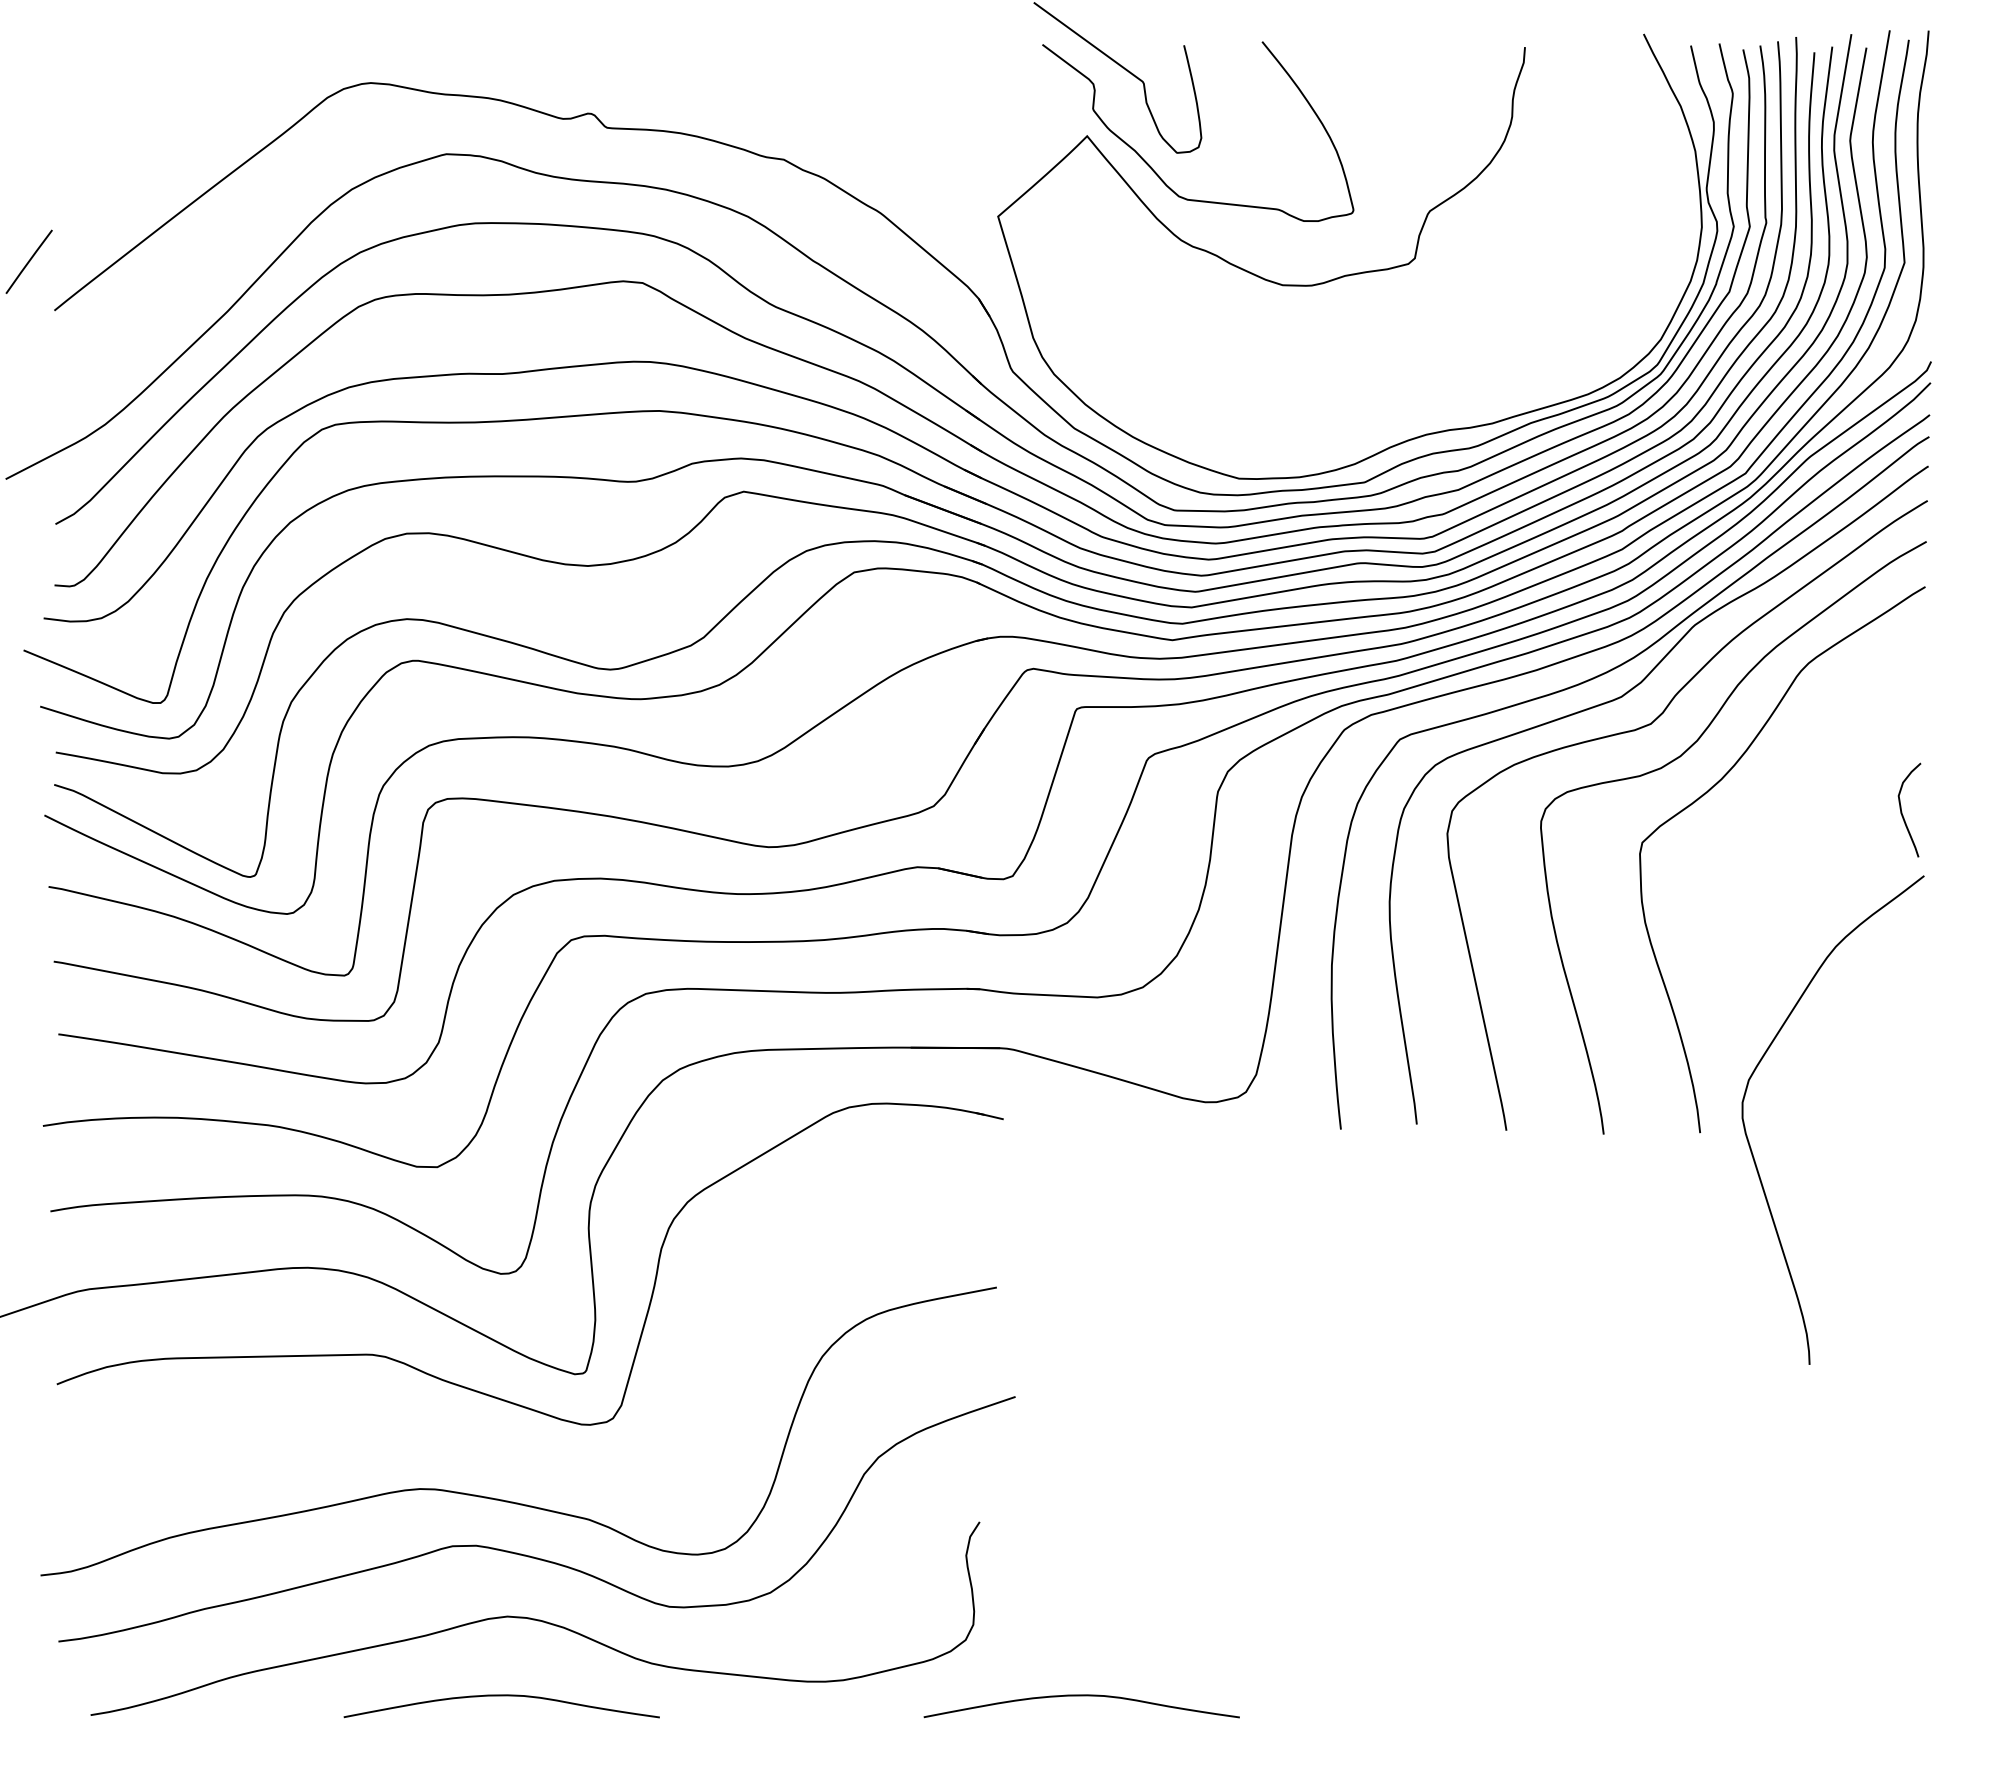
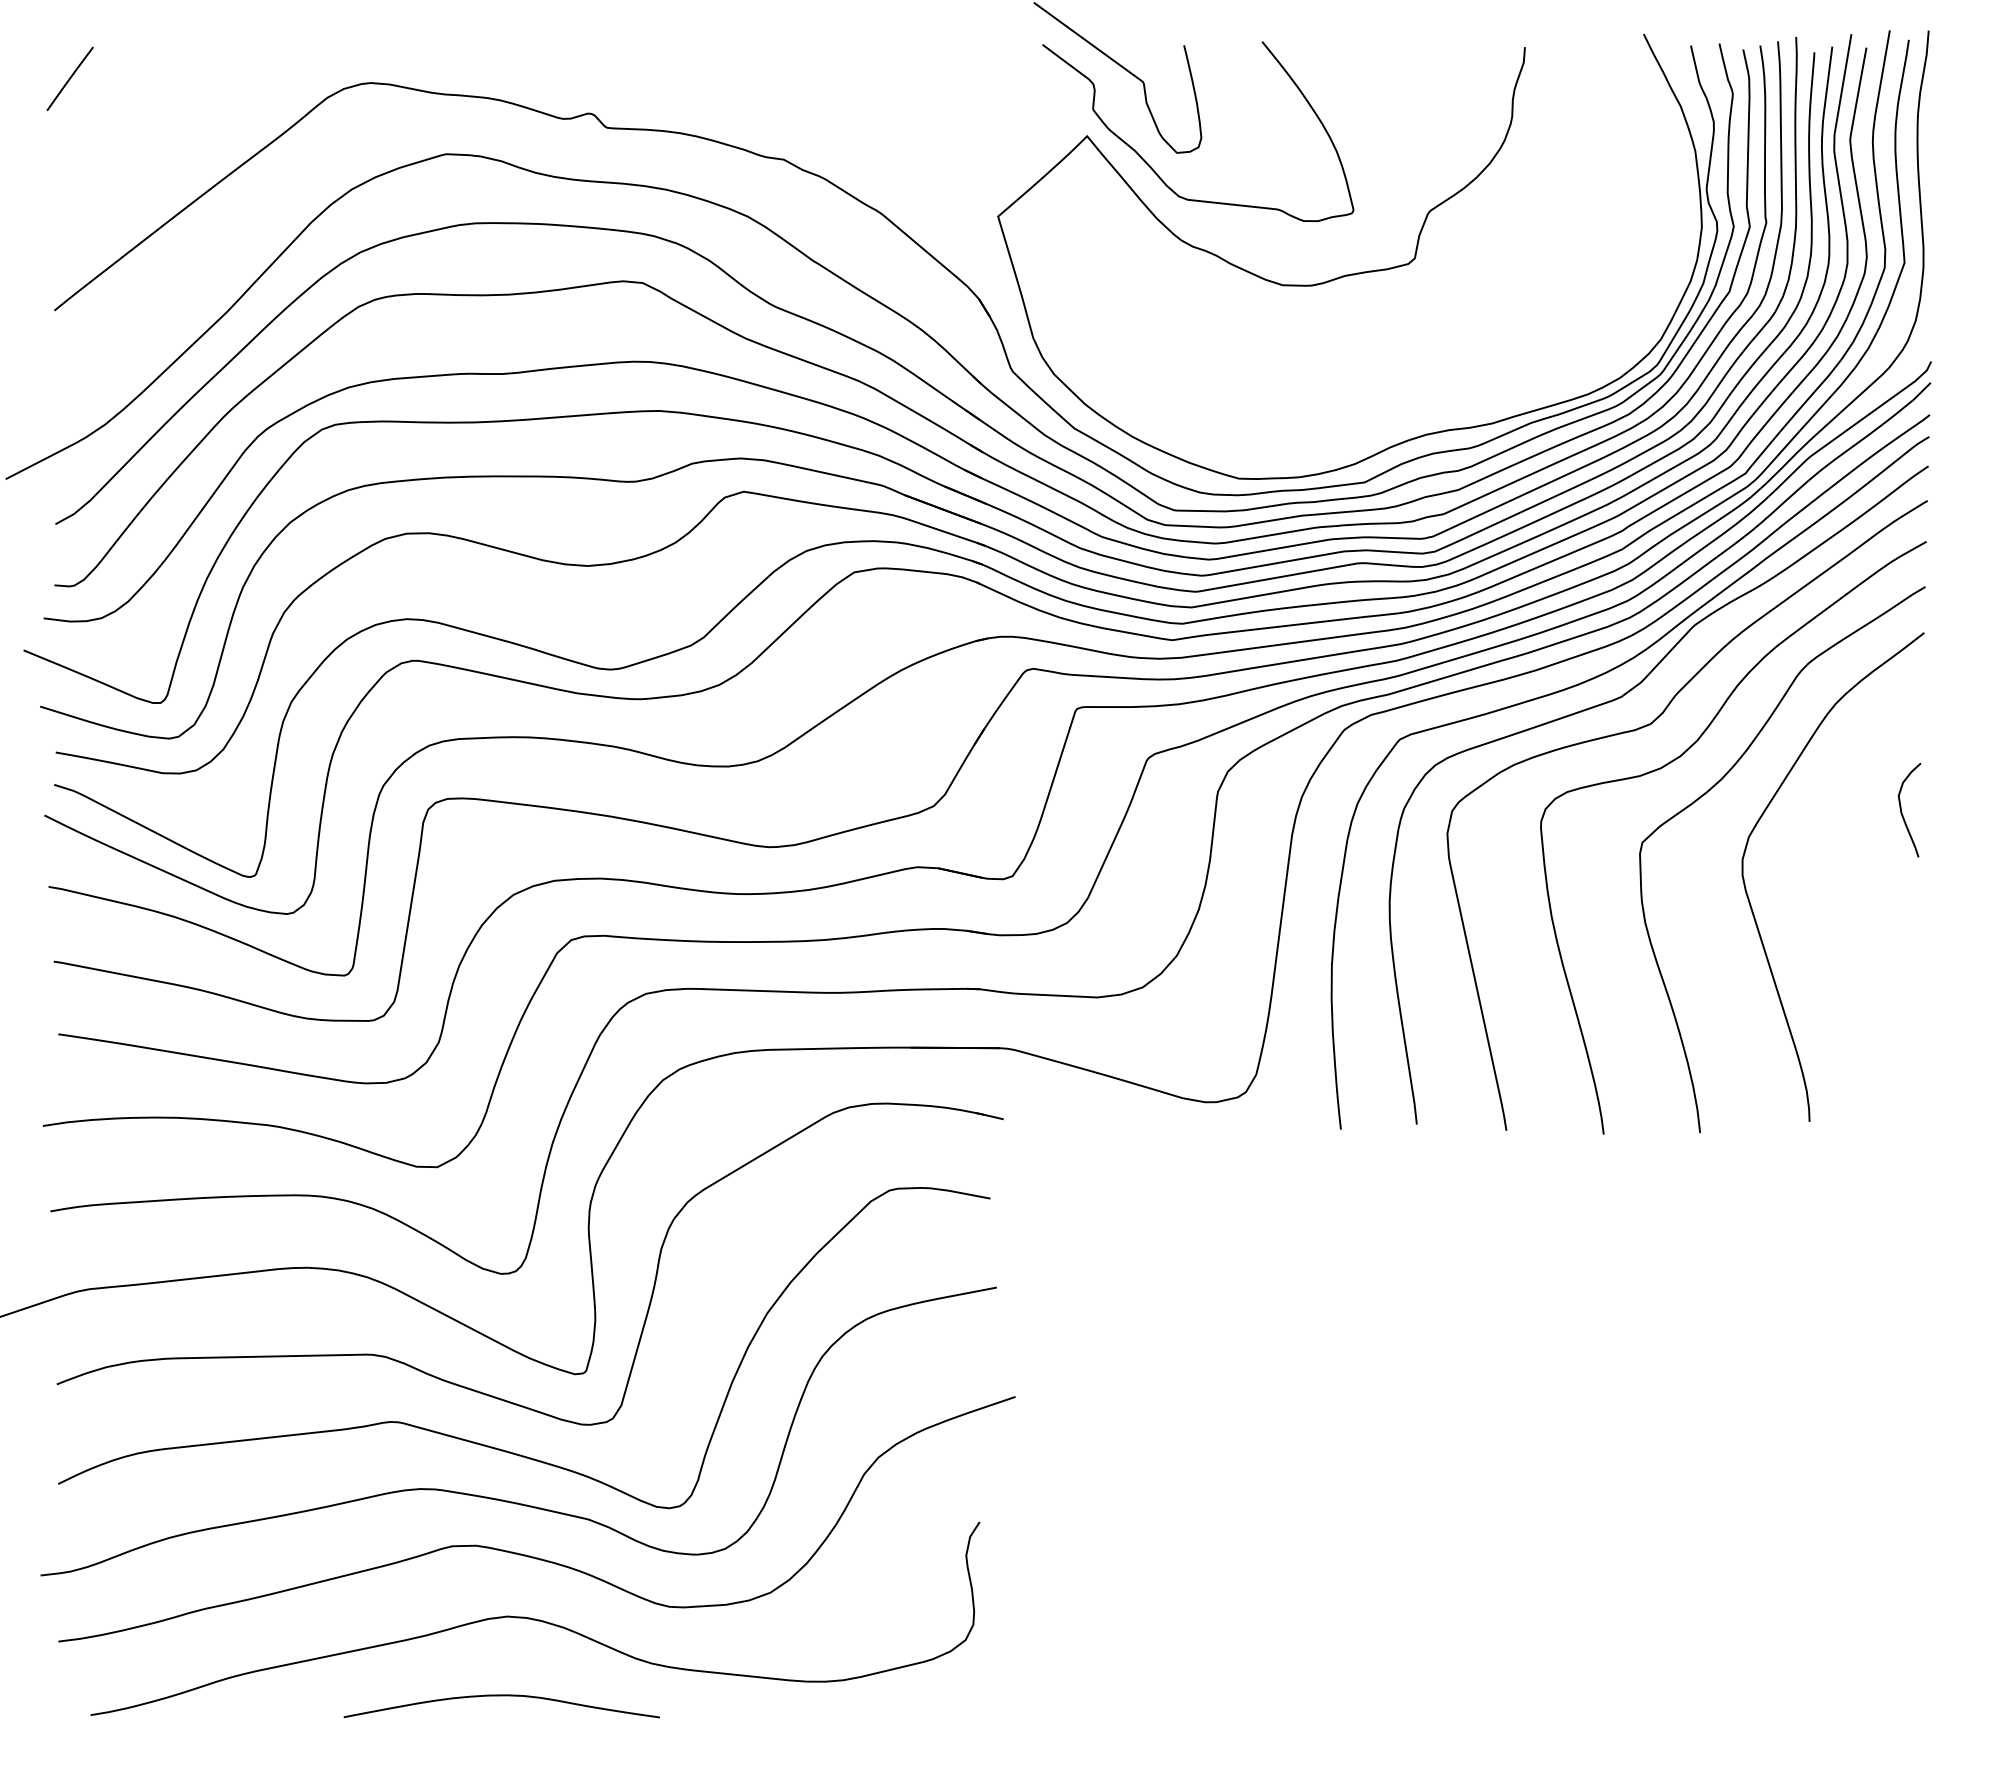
line at (28, 261) position: (28, 261) -> (69, 78)
curve at (1751, 1147) position: (1751, 1147) -> (1751, 904)
curve at (496, 1447): none -> present
curve at (1081, 1696): present -> none
